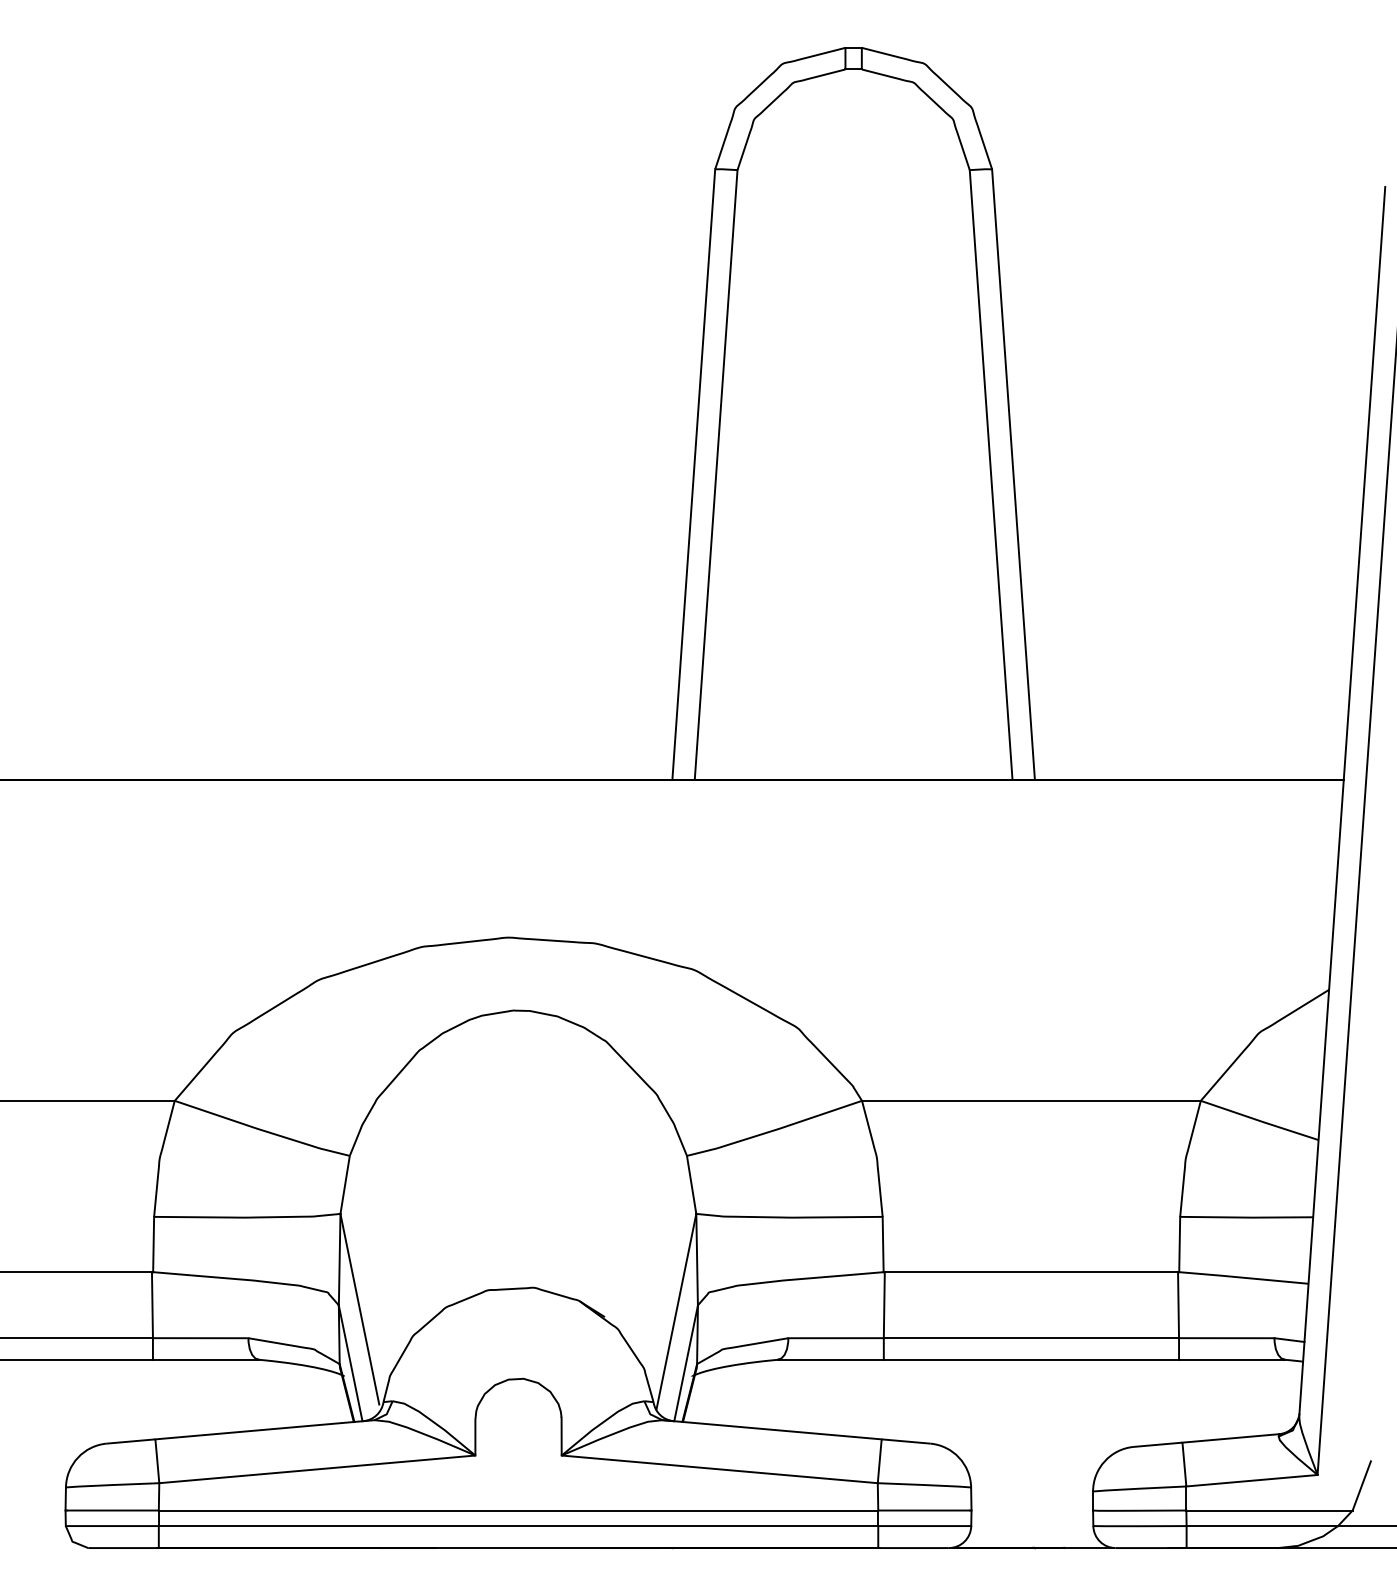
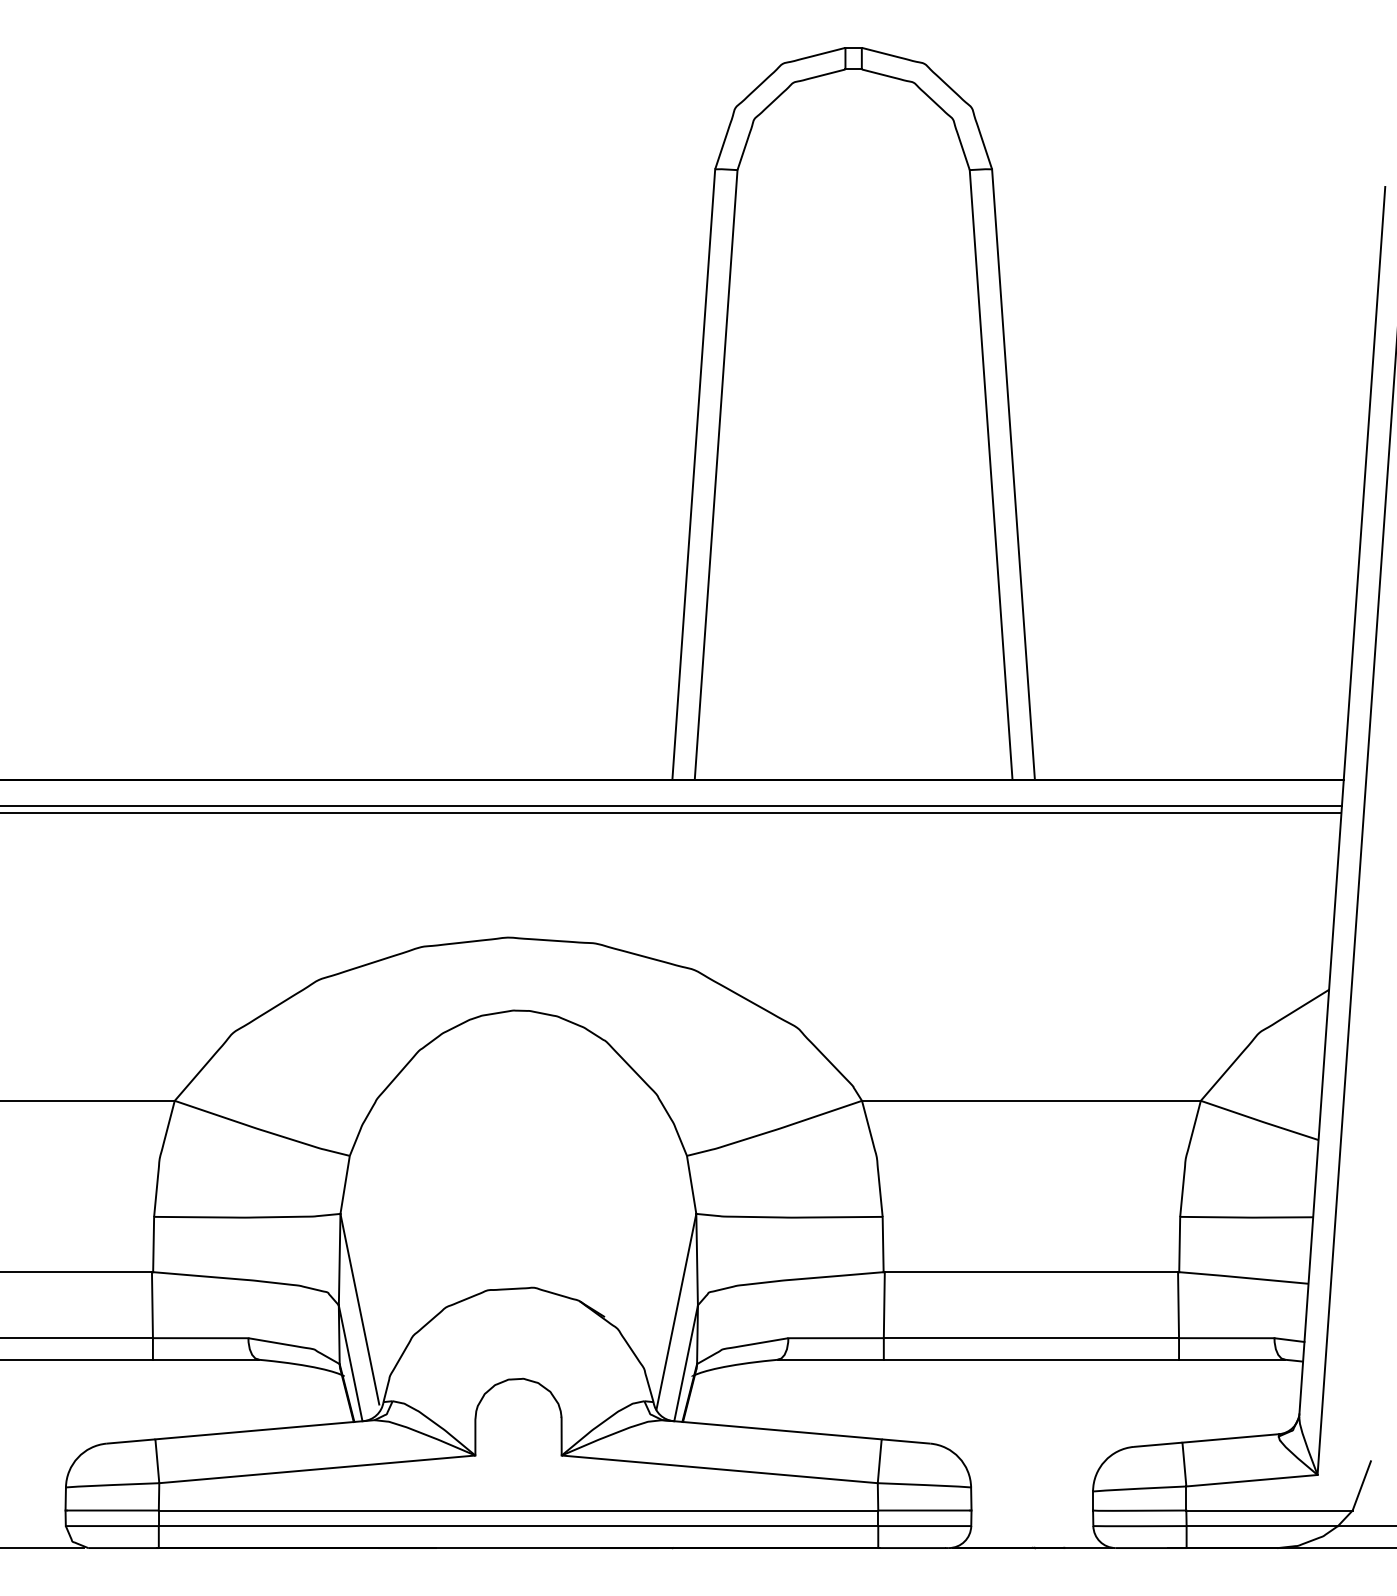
line at (671, 806): none -> present
line at (671, 812): none -> present
line at (43, 1547): none -> present
